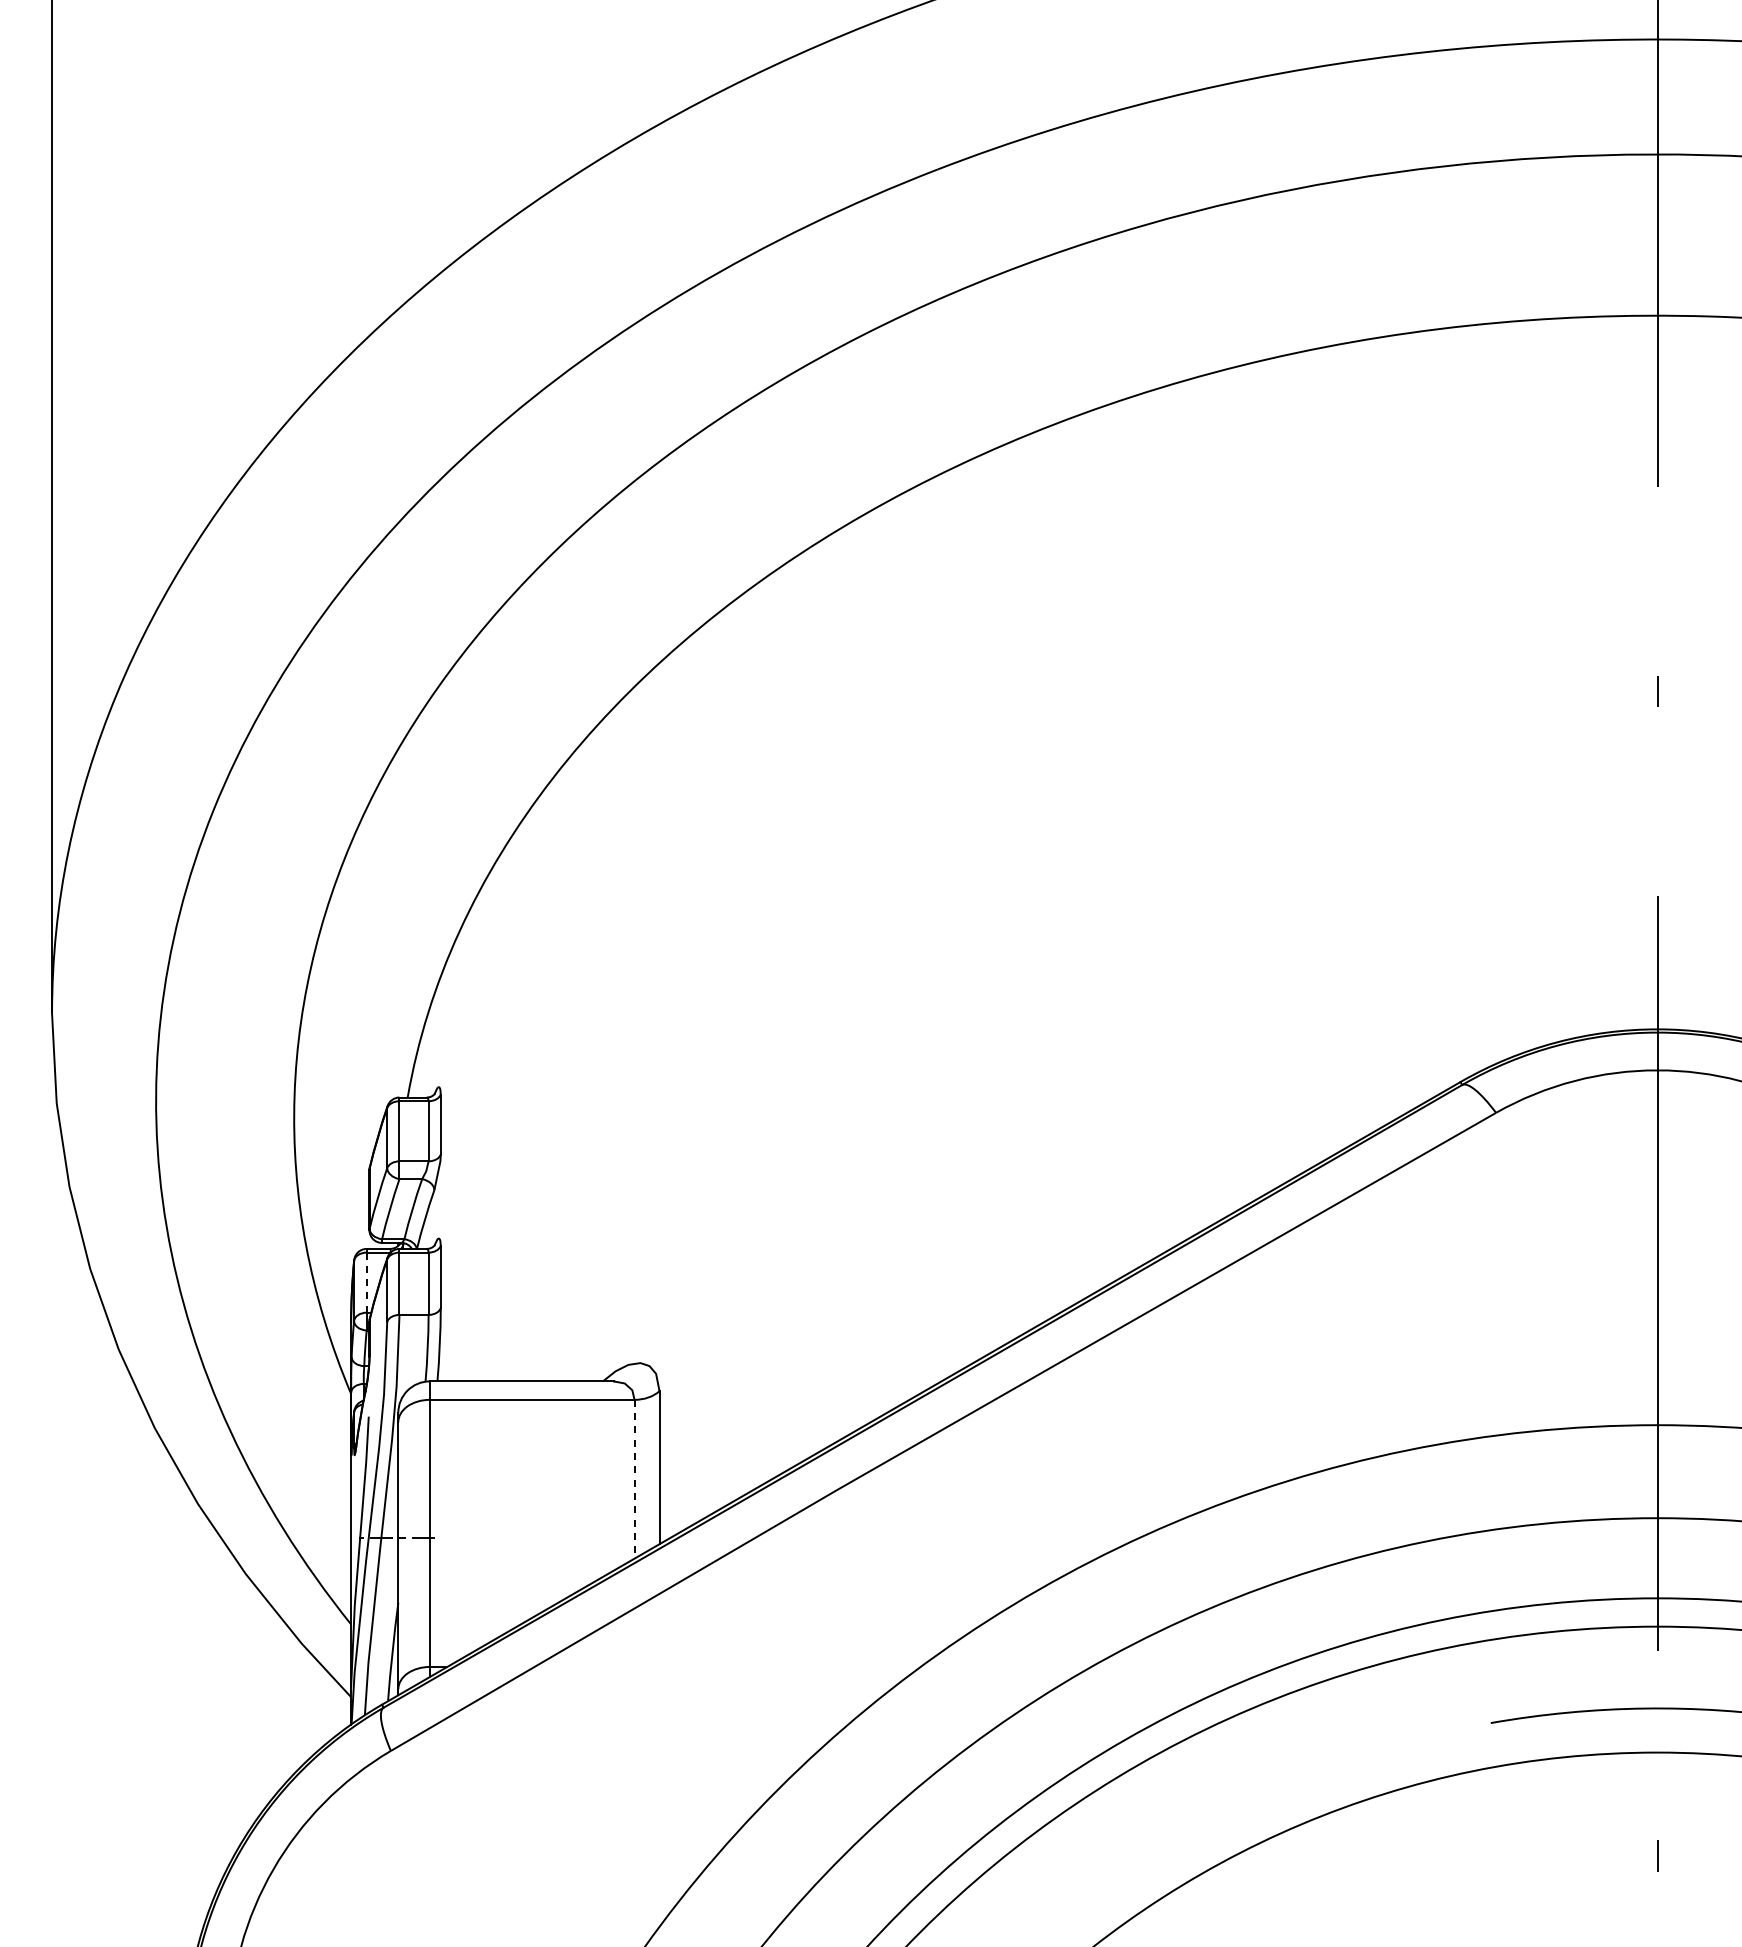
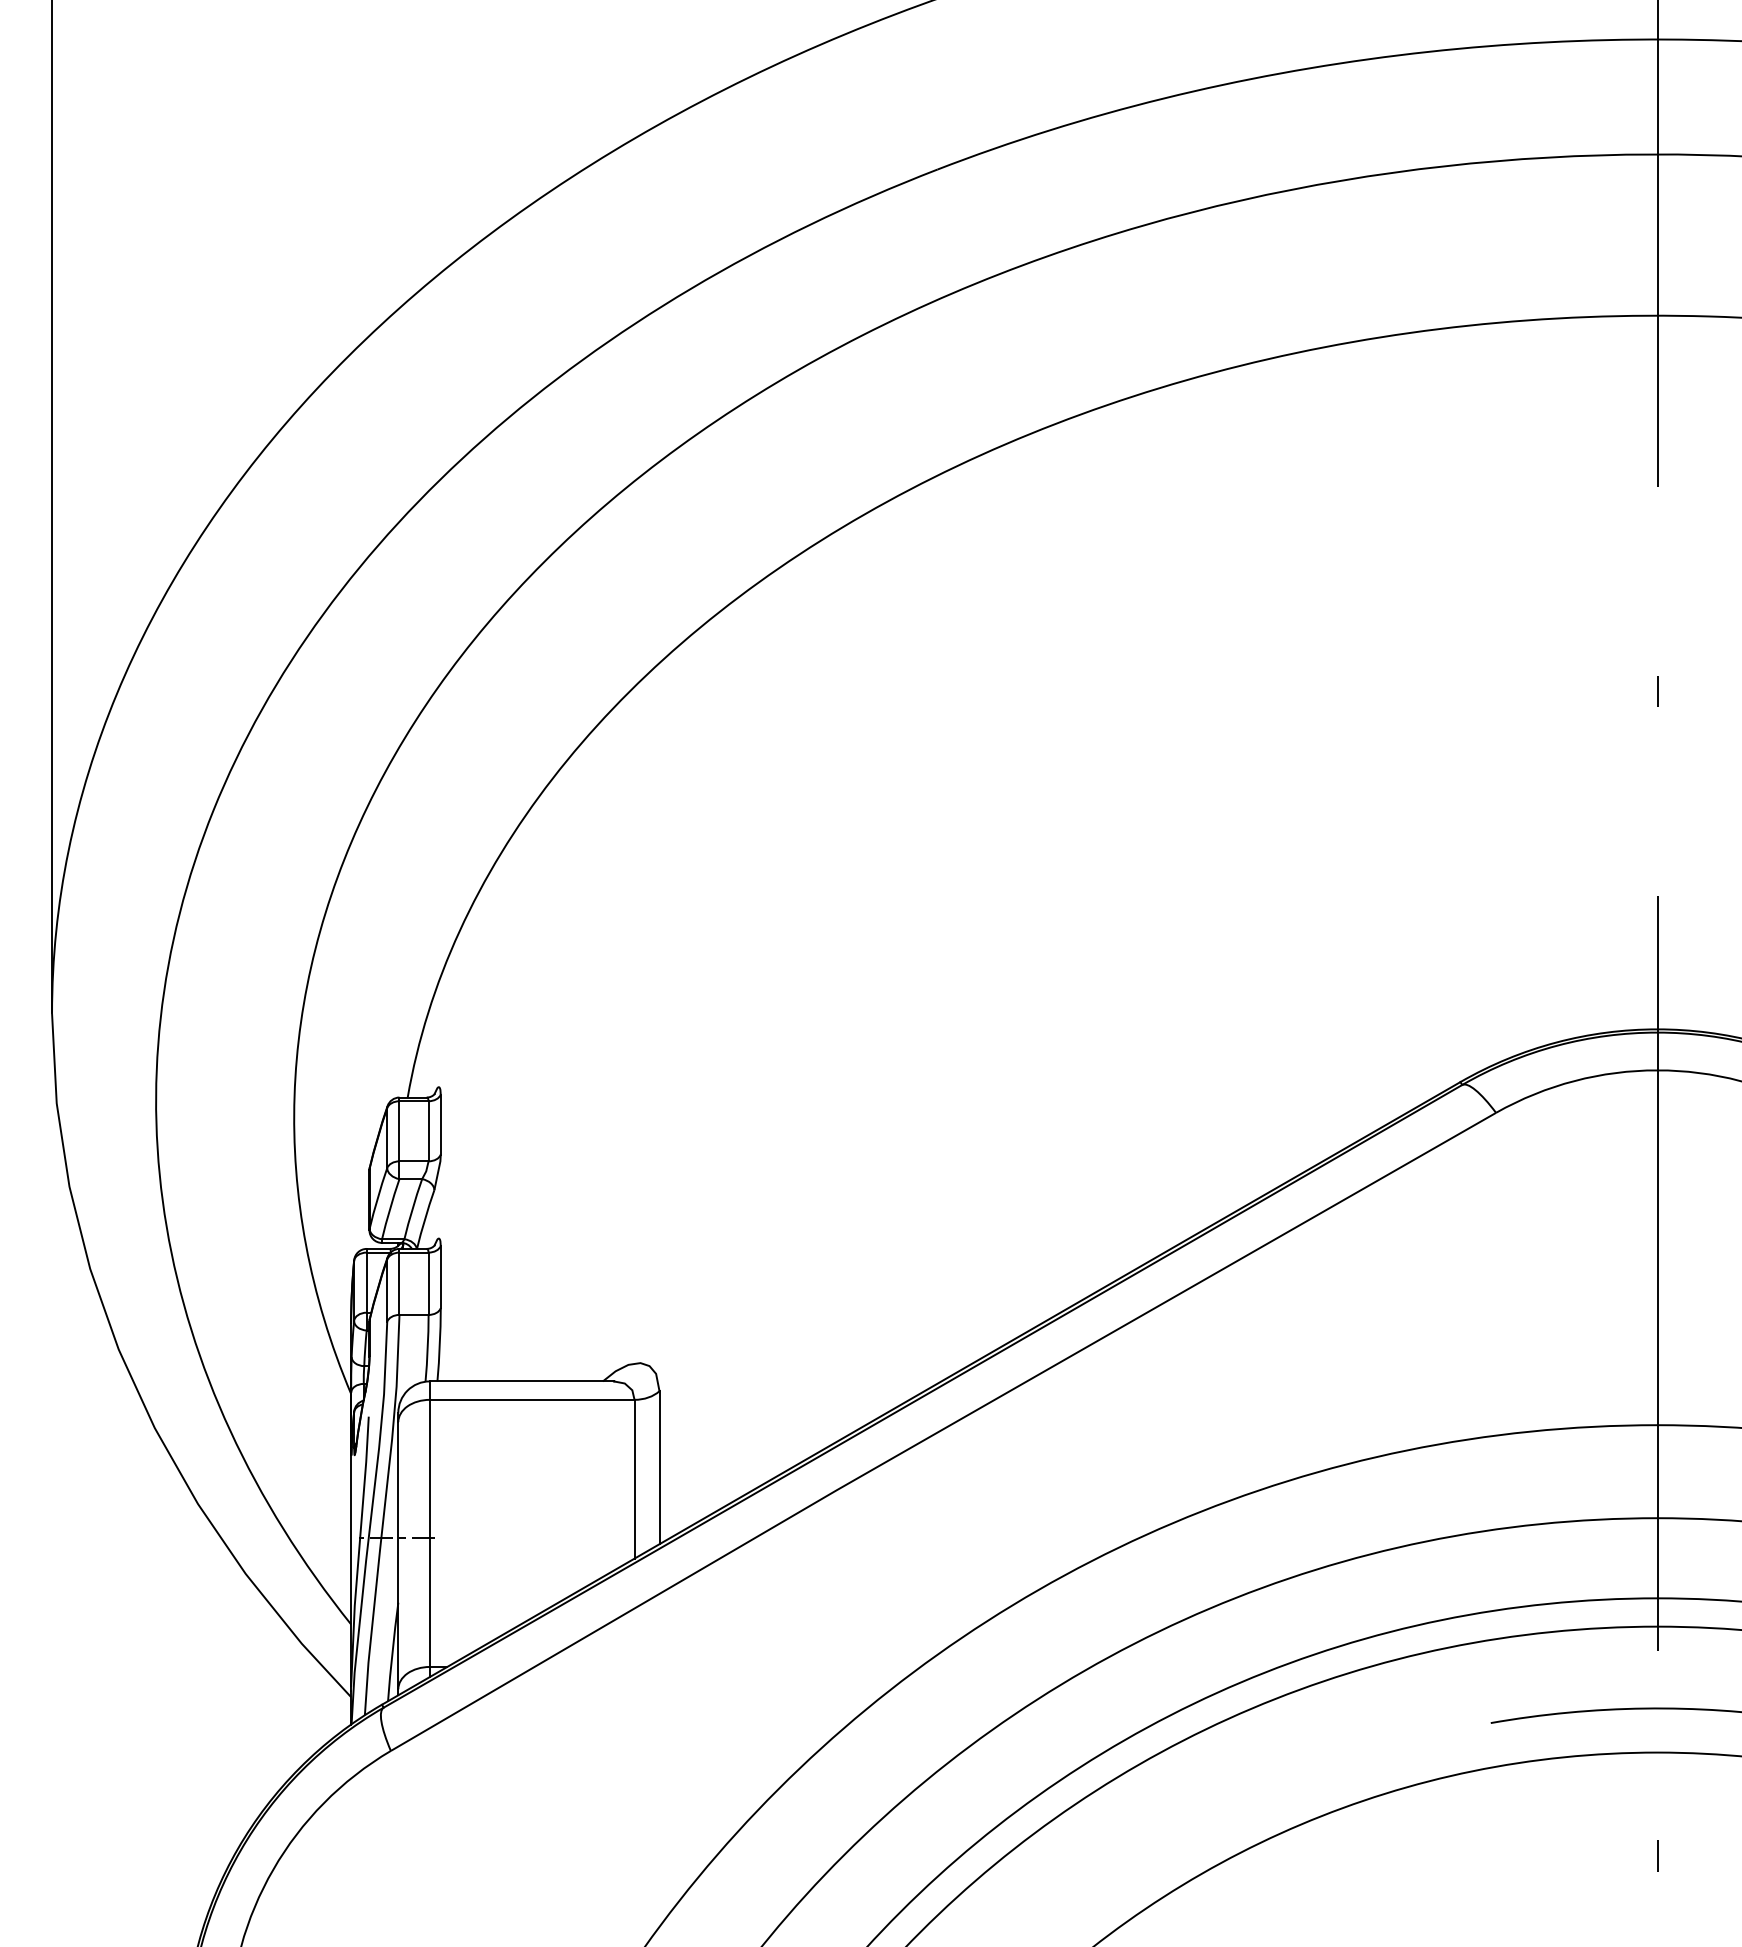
line at (366, 1282): dashed -> solid
line at (634, 1479): dashed -> solid
